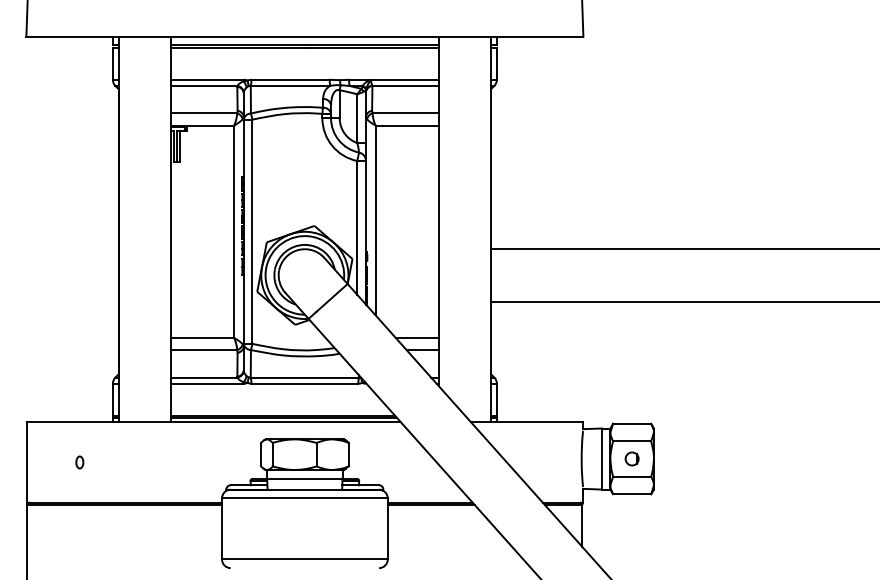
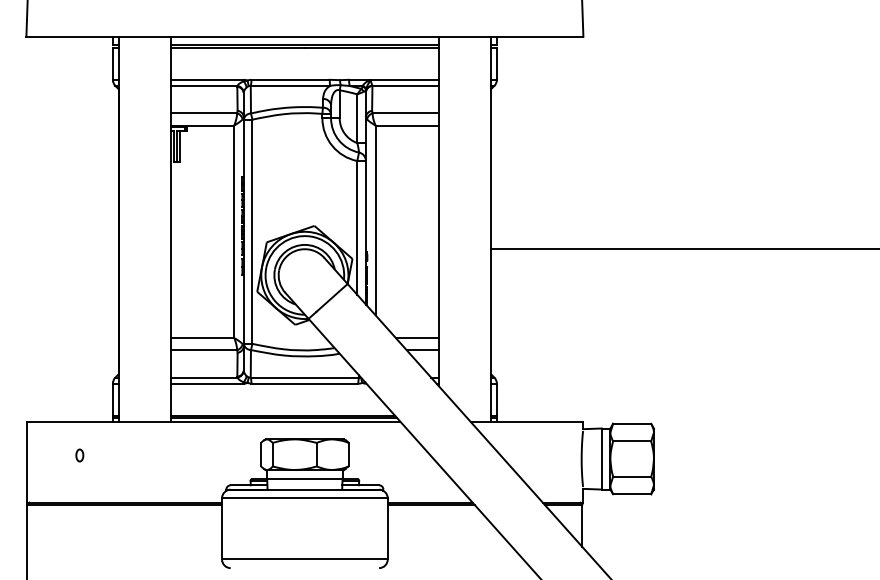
line at (683, 301): present -> none
circle at (631, 458): present -> none
part at (79, 462) position: (79, 462) -> (79, 455)
